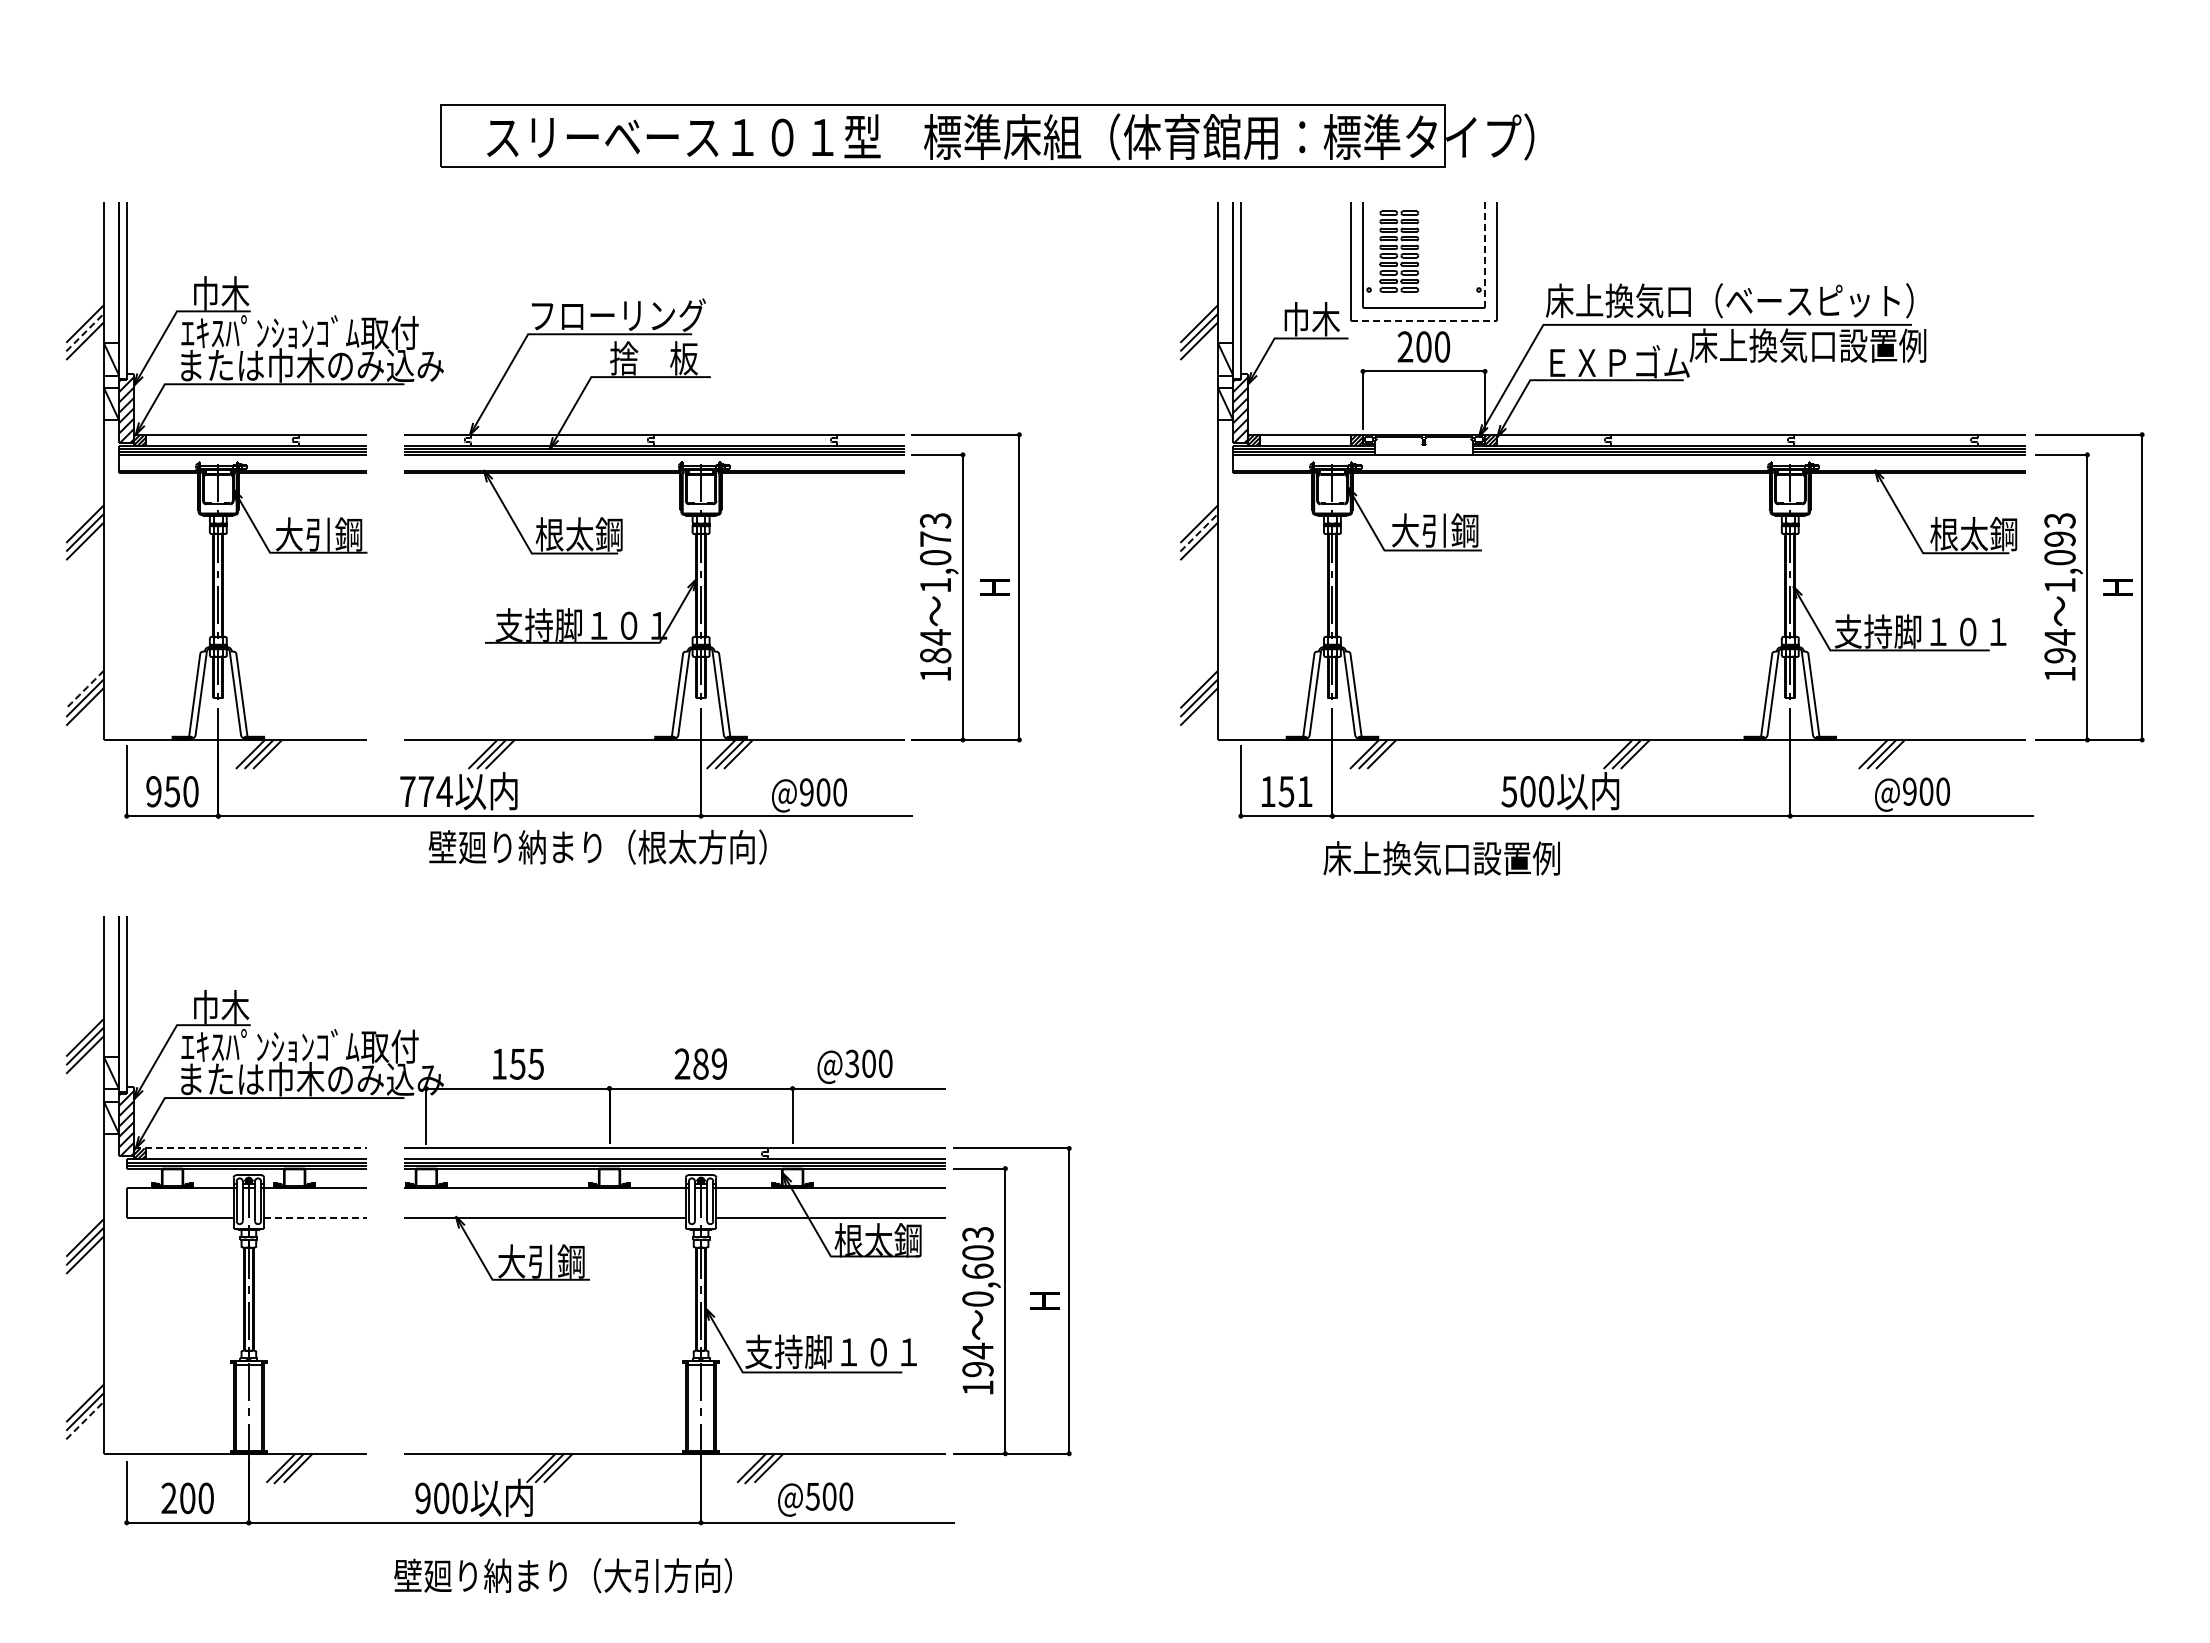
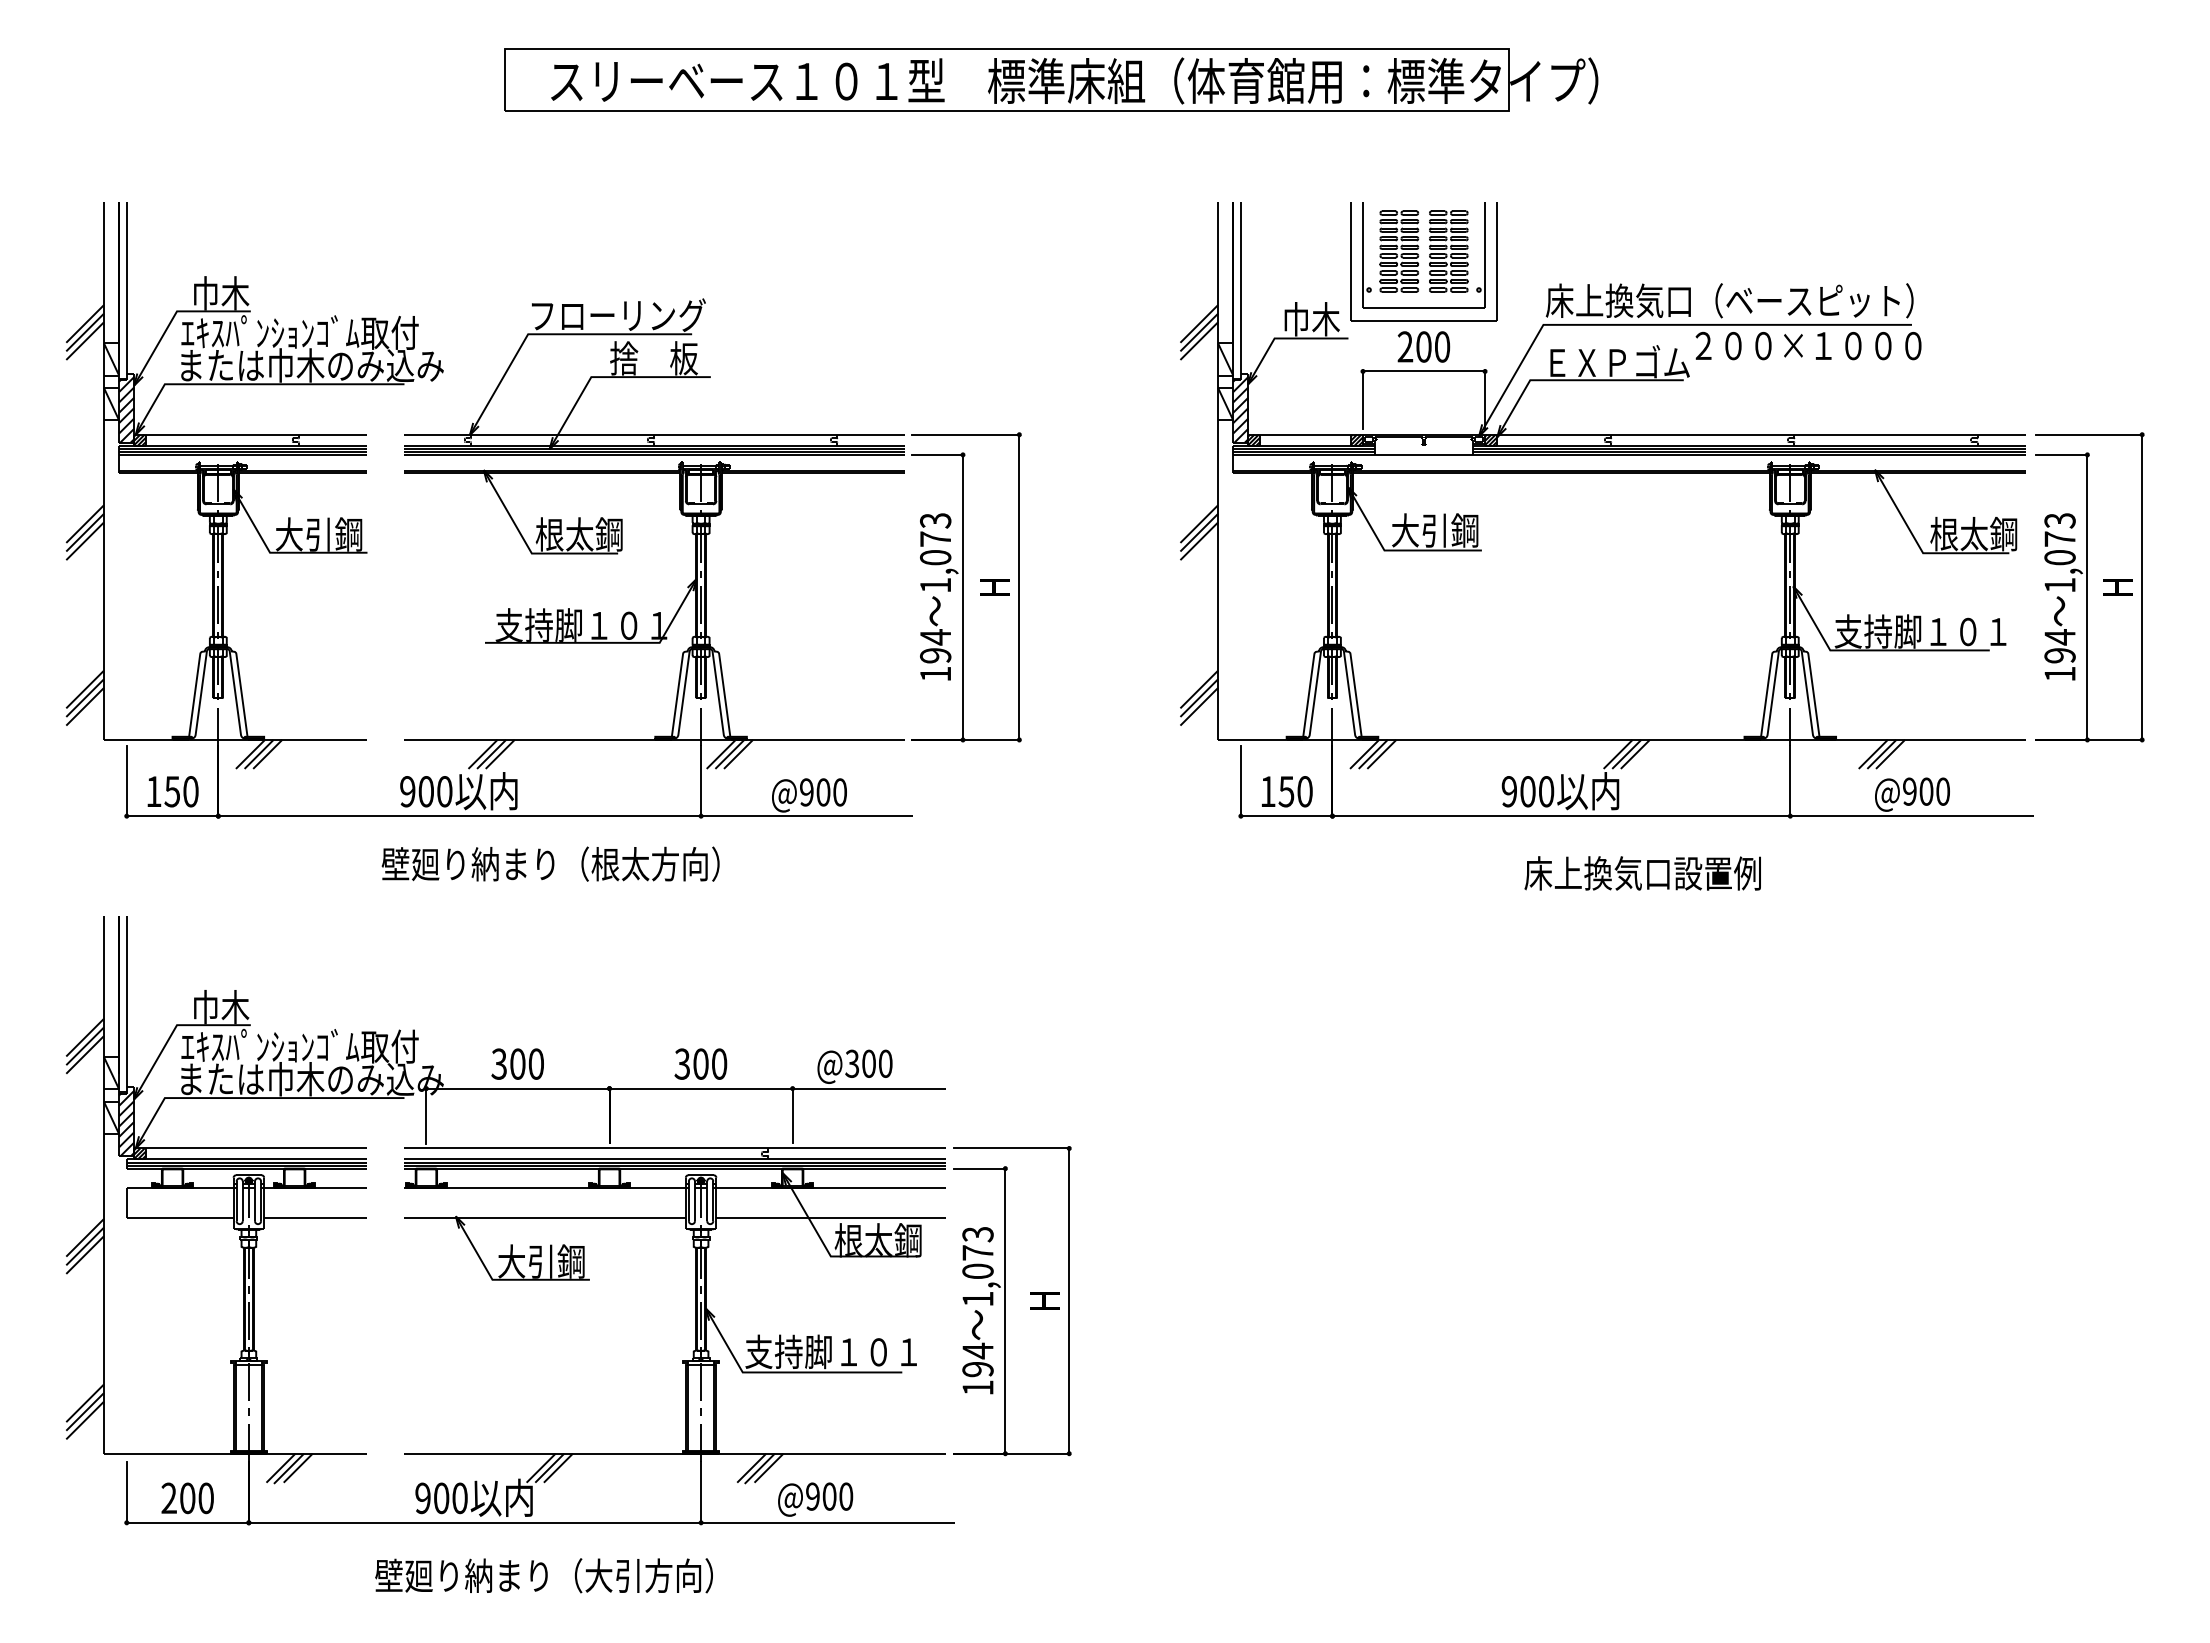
part at (987, 135) position: (987, 135) -> (1051, 79)
part at (1448, 251): none -> present
line at (1485, 254): dashed -> solid
line at (1424, 320): dashed -> solid
line at (85, 332): dashed -> solid
text at (1807, 345): 床上換気口設置例 -> ２００×１０００
line at (1199, 532): dashed -> solid
text at (2059, 538): 1,093 -> 1,073
text at (935, 655): 184 -> 194
line at (85, 689): dashed -> solid
text at (153, 791): 950 -> 150
text at (426, 791): 774 -> 900
text at (1304, 791): 151 -> 150
text at (1508, 791): 500 -> 900
text at (597, 846) position: (597, 846) -> (550, 863)
text at (1441, 858) position: (1441, 858) -> (1642, 873)
text at (517, 1063): 155 -> 300
text at (700, 1063): 289 -> 300
line at (250, 1148): dashed -> solid
line at (315, 1218): dashed -> solid
text at (977, 1275): 0,603 -> 1,073
line at (85, 1420): dashed -> solid
text at (812, 1496): @500 -> @900
text at (562, 1575) position: (562, 1575) -> (543, 1575)
